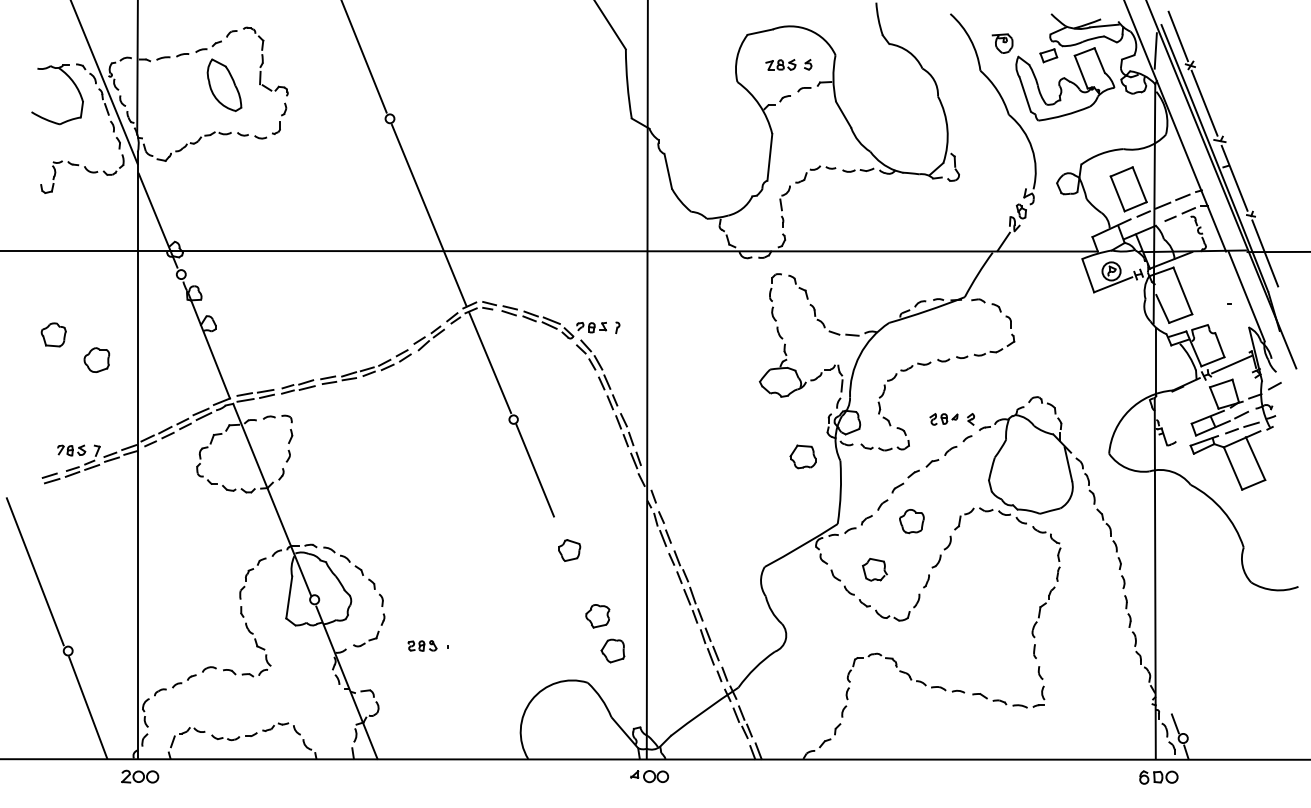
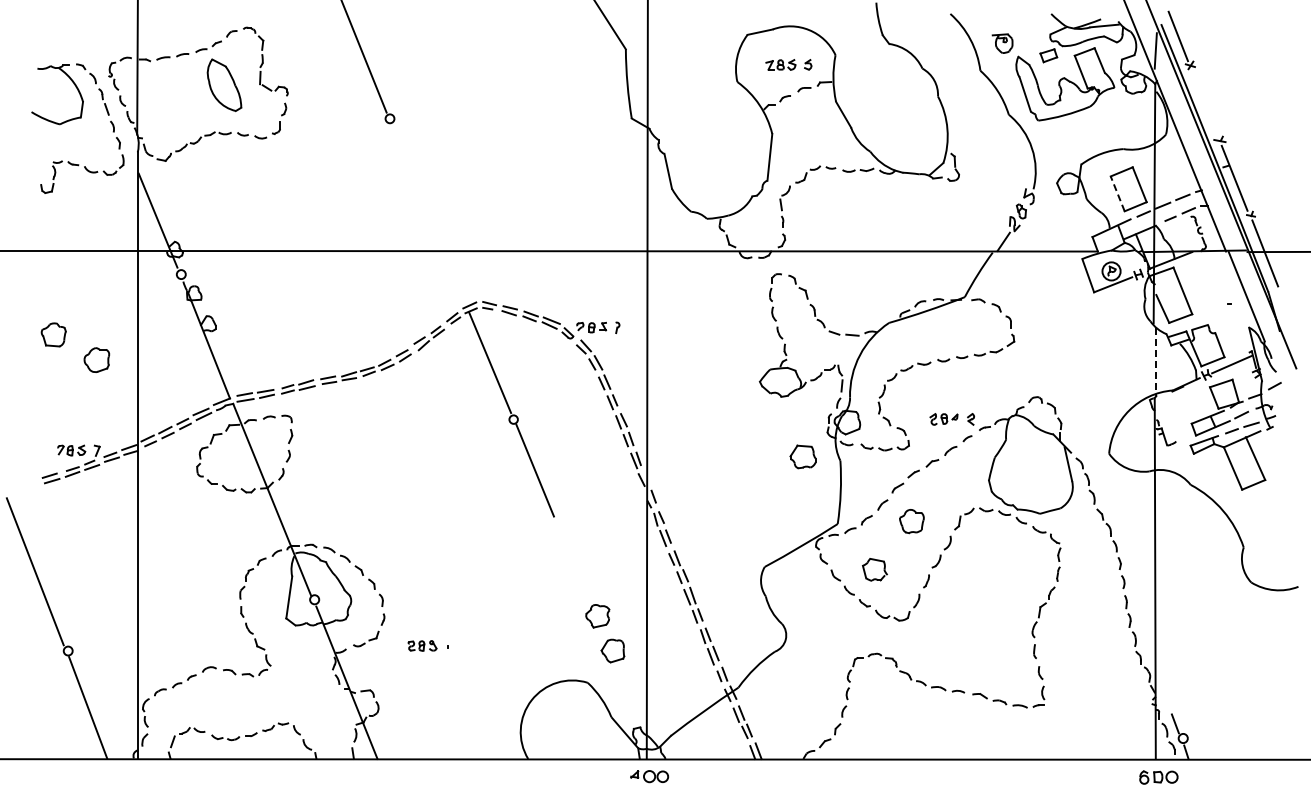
line at (104, 83): present -> none
line at (1204, 102): present -> none
line at (1117, 193): solid -> dashed
line at (429, 215): present -> none
line at (1155, 362): solid -> dashed
part at (569, 550): present -> none
part at (140, 776): present -> none
